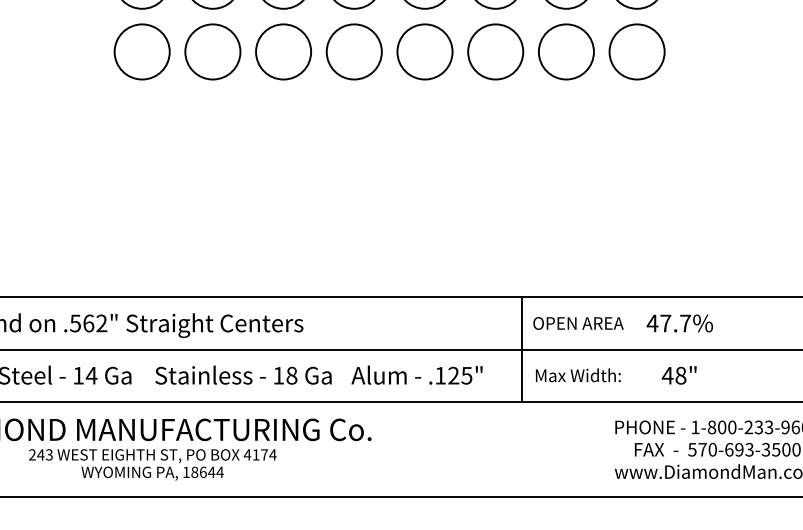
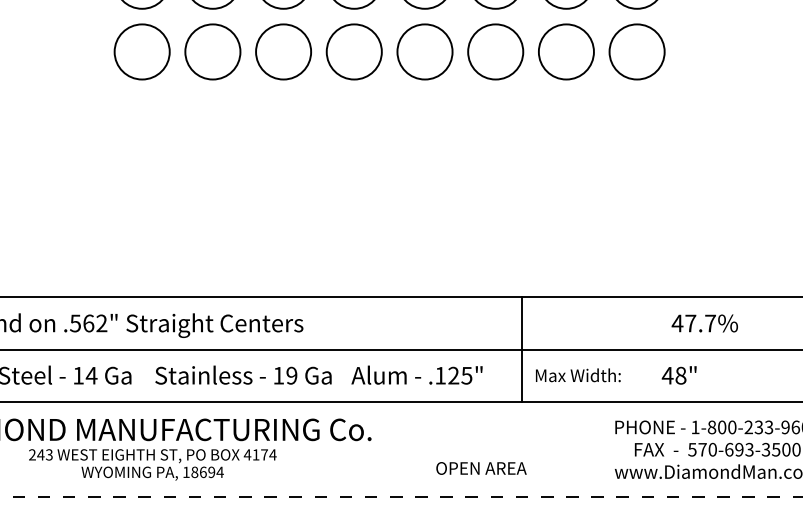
text at (578, 323) position: (578, 323) -> (481, 468)
text at (679, 323) position: (679, 323) -> (704, 323)
text at (291, 375): 18 -> 19
text at (211, 472): 18644 -> 18694
line at (401, 496): solid -> dashed
